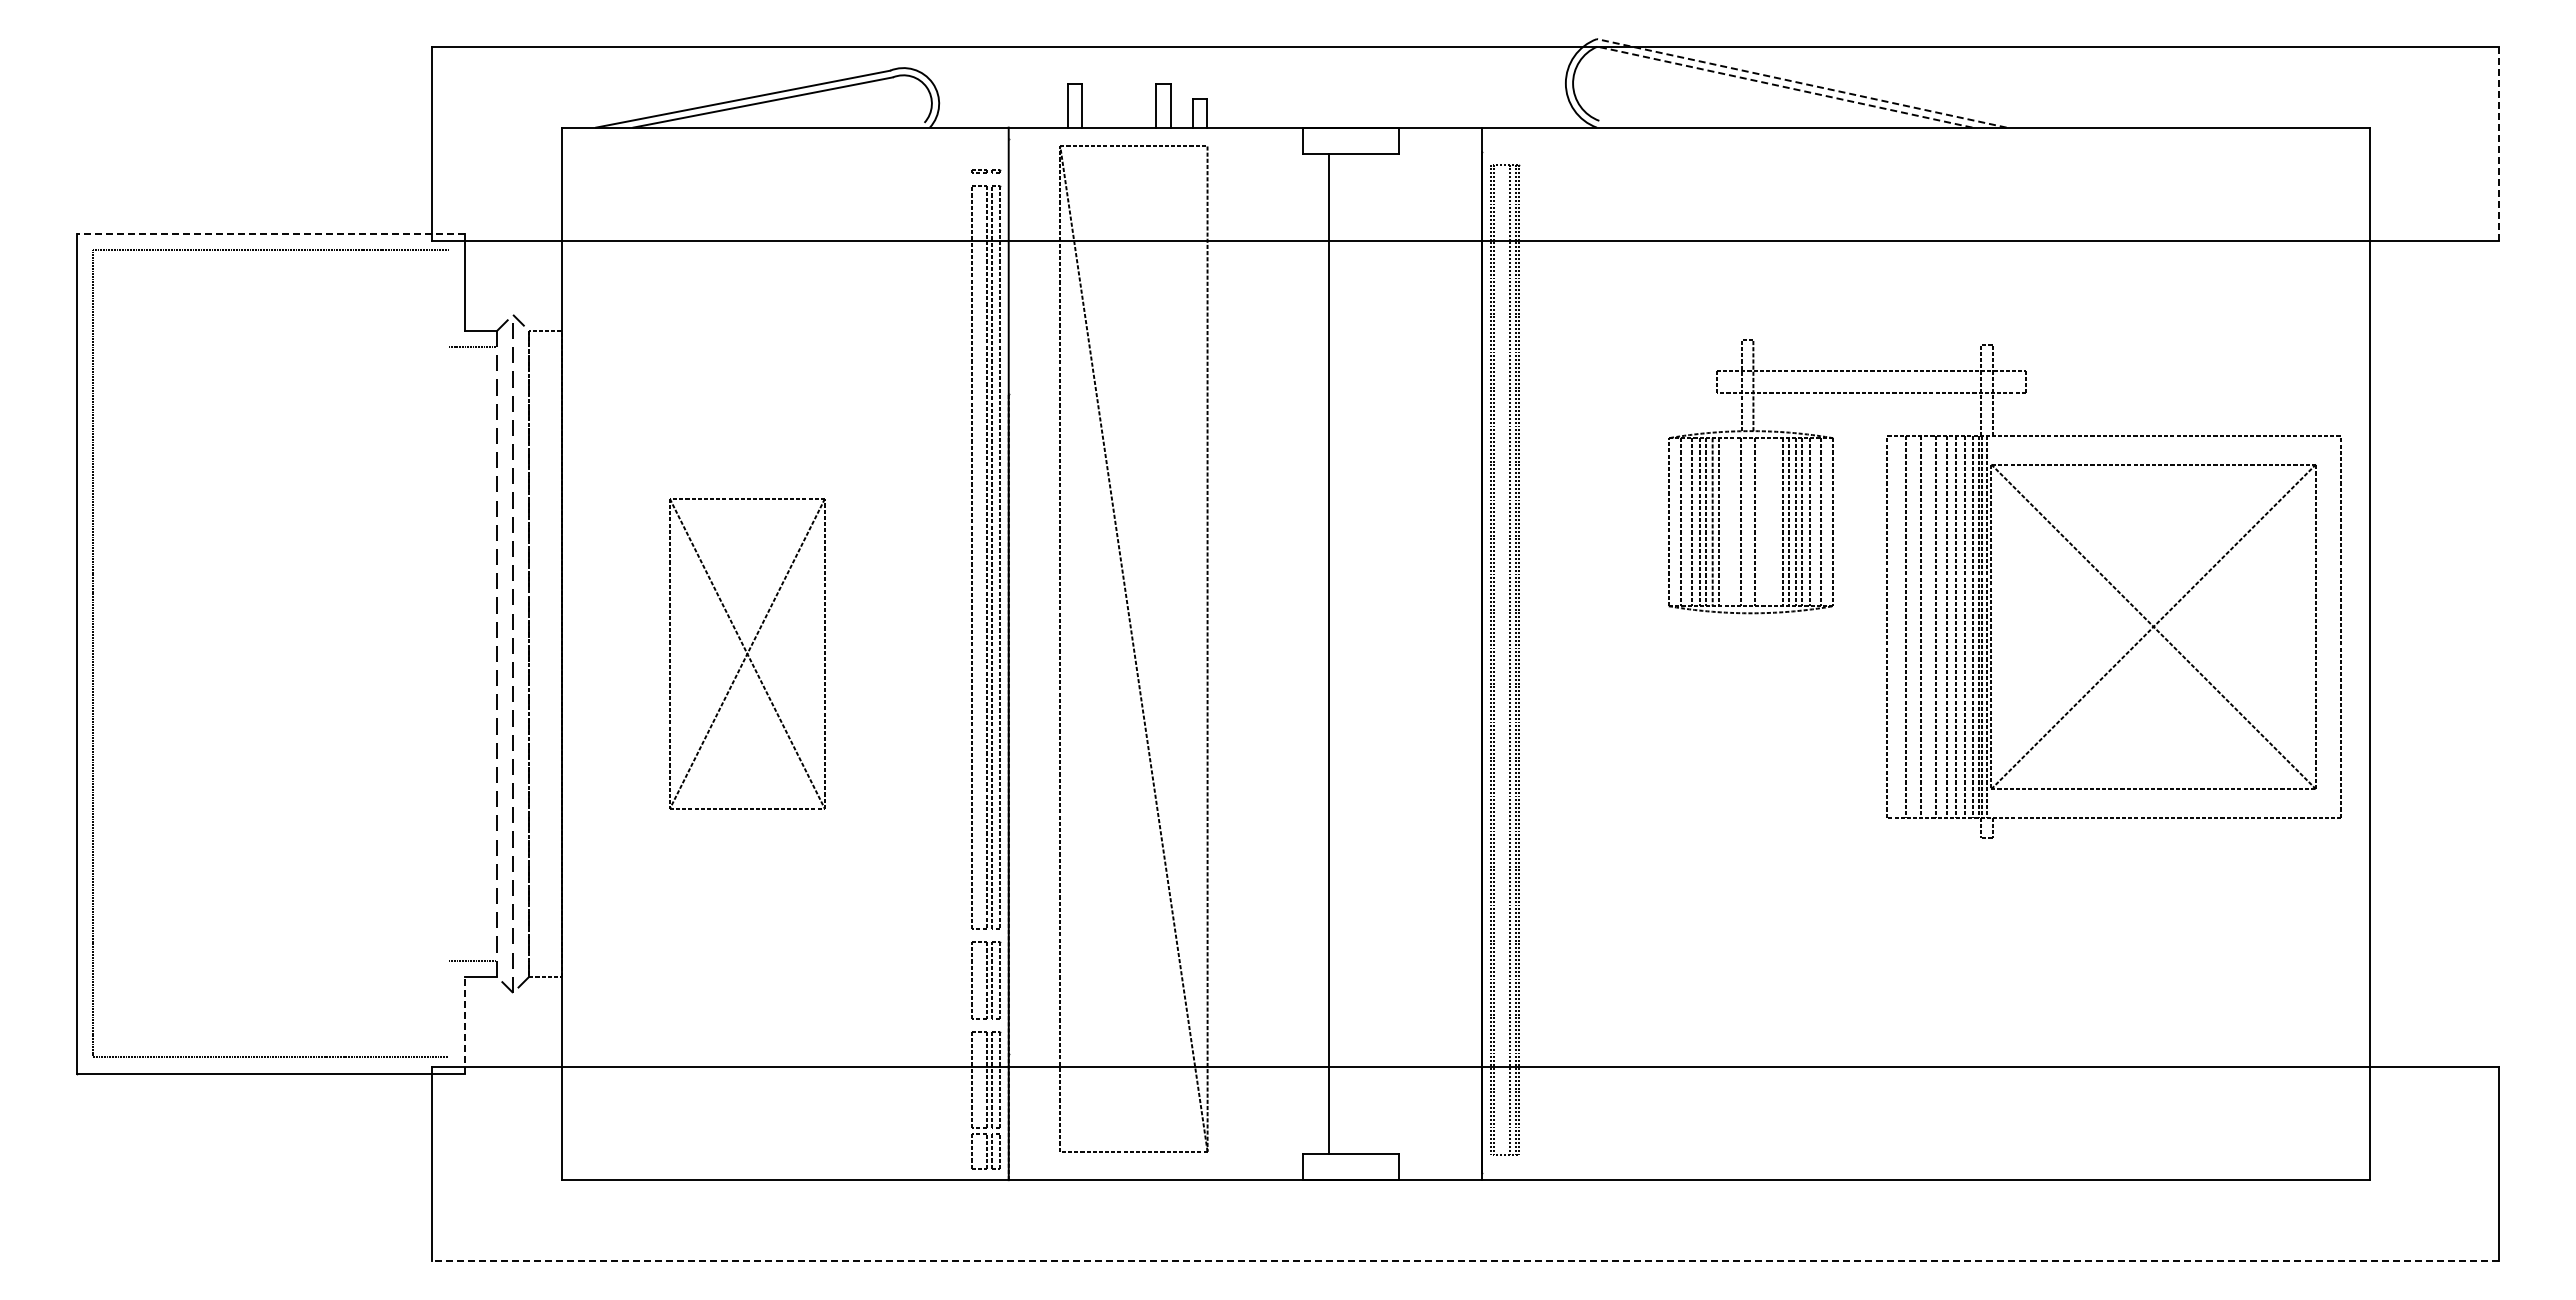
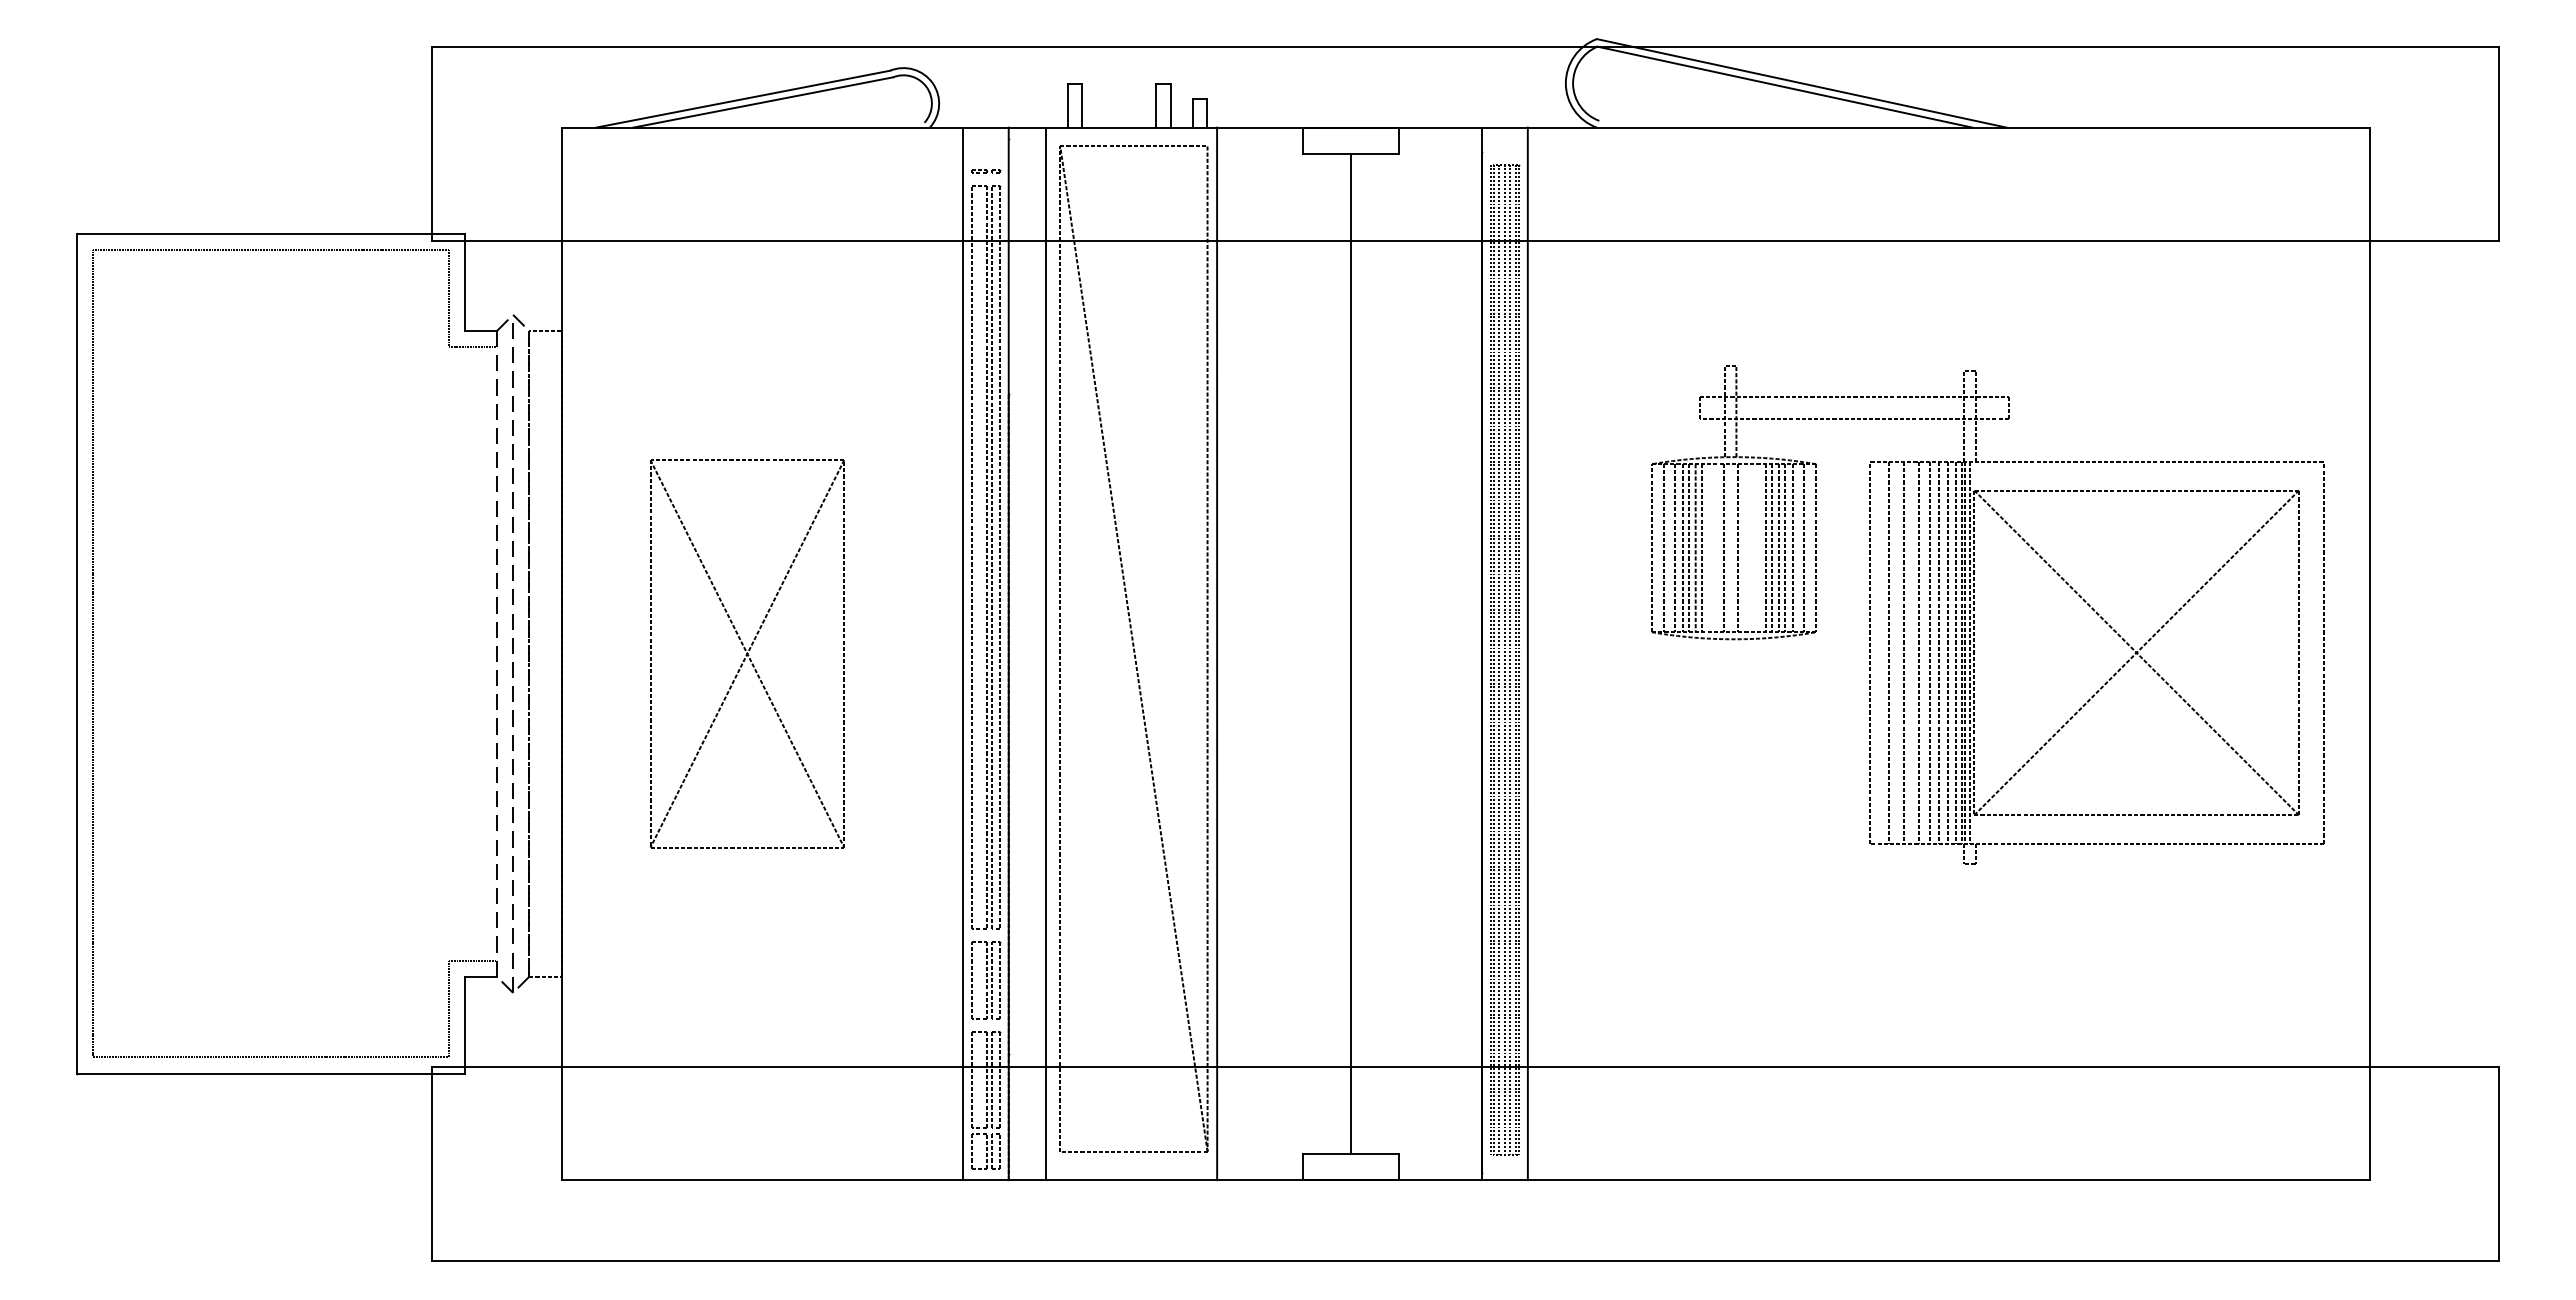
line at (1801, 83): dashed -> solid
line at (1784, 87): dashed -> solid
line at (2498, 143): dashed -> solid
line at (270, 234): dashed -> solid
line at (448, 298): none -> present
part at (1991, 588) position: (1991, 588) -> (1974, 614)
part at (747, 653) size: 157x312 px -> 195x390 px
line at (963, 653): none -> present
line at (1046, 653): none -> present
line at (1217, 653): none -> present
line at (1329, 653) position: (1329, 653) -> (1351, 653)
line at (1527, 653): none -> present
line at (1499, 659): none -> present
line at (1504, 659): none -> present
line at (448, 1008): none -> present
line at (464, 1024): dashed -> solid
line at (1465, 1260): dashed -> solid
